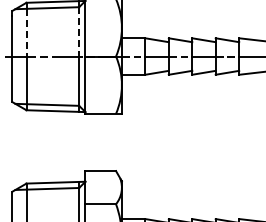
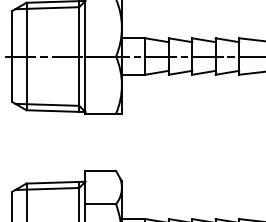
line at (79, 31): dashed -> solid
line at (26, 32): dashed -> solid
